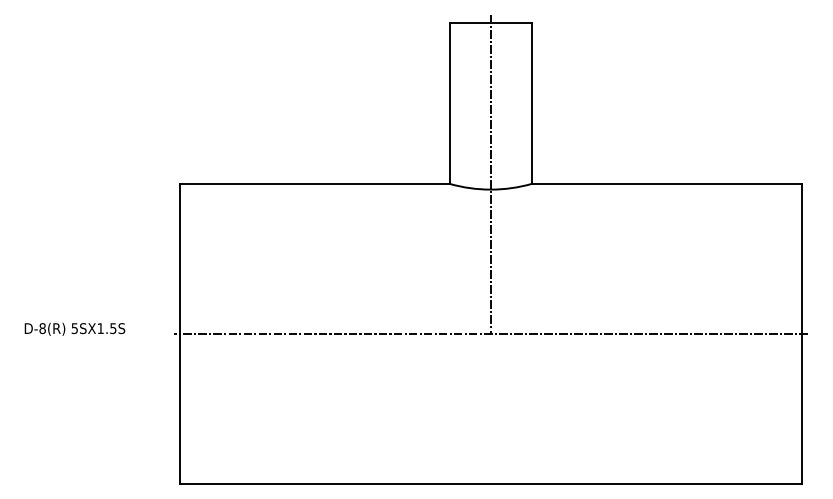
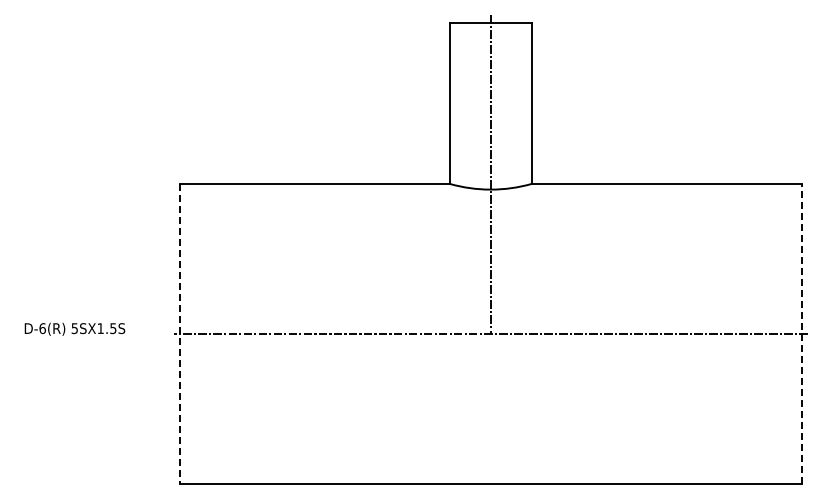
text at (42, 328): D-8(R) -> D-6(R)
line at (802, 333): solid -> dashed
line at (179, 334): solid -> dashed
